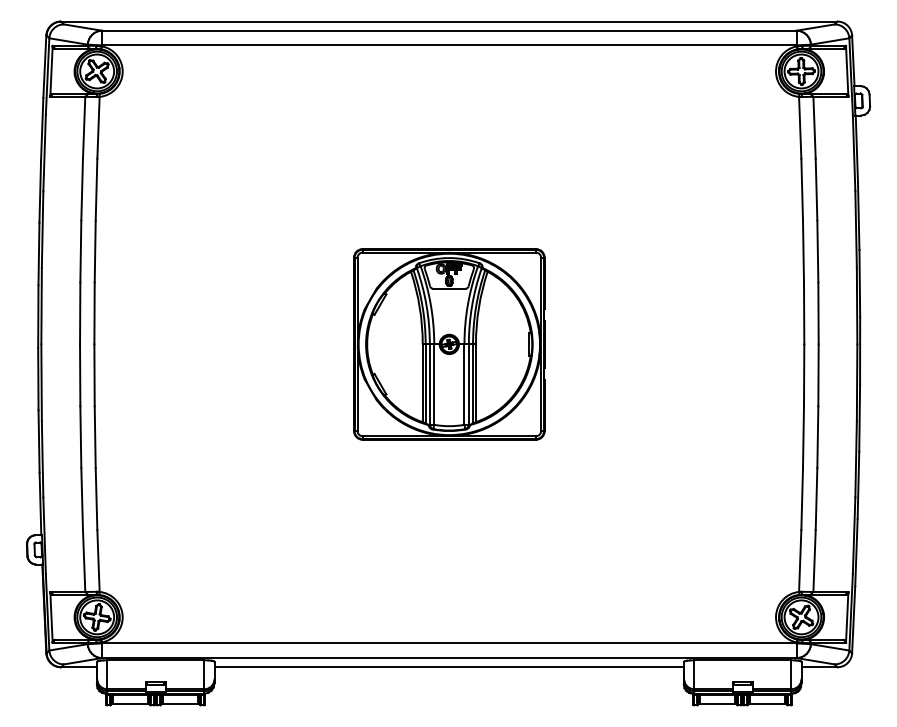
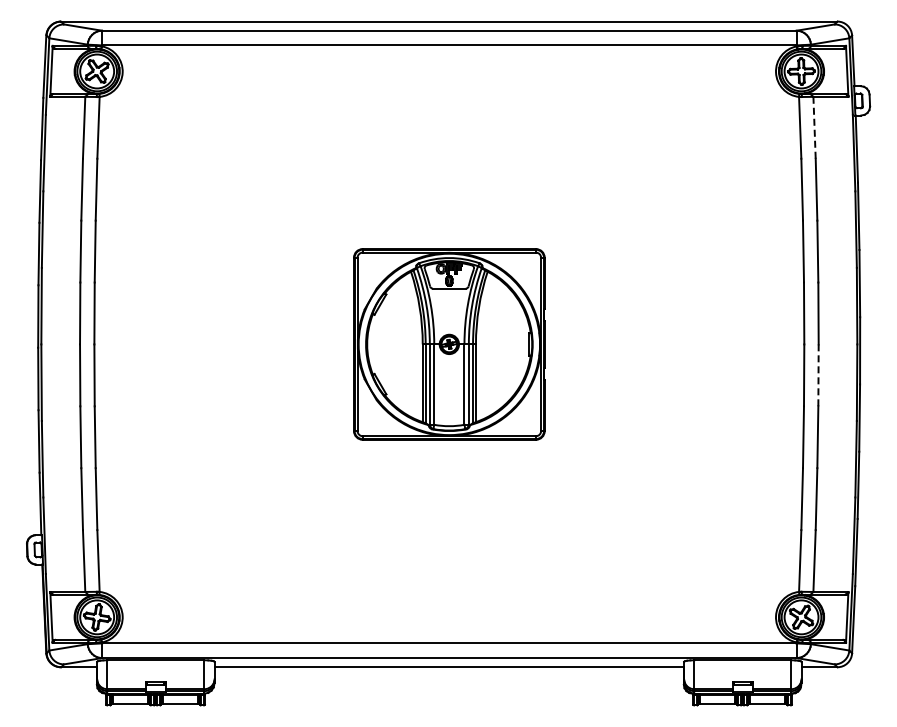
line at (814, 127): solid -> dashed
line at (818, 375): solid -> dashed
